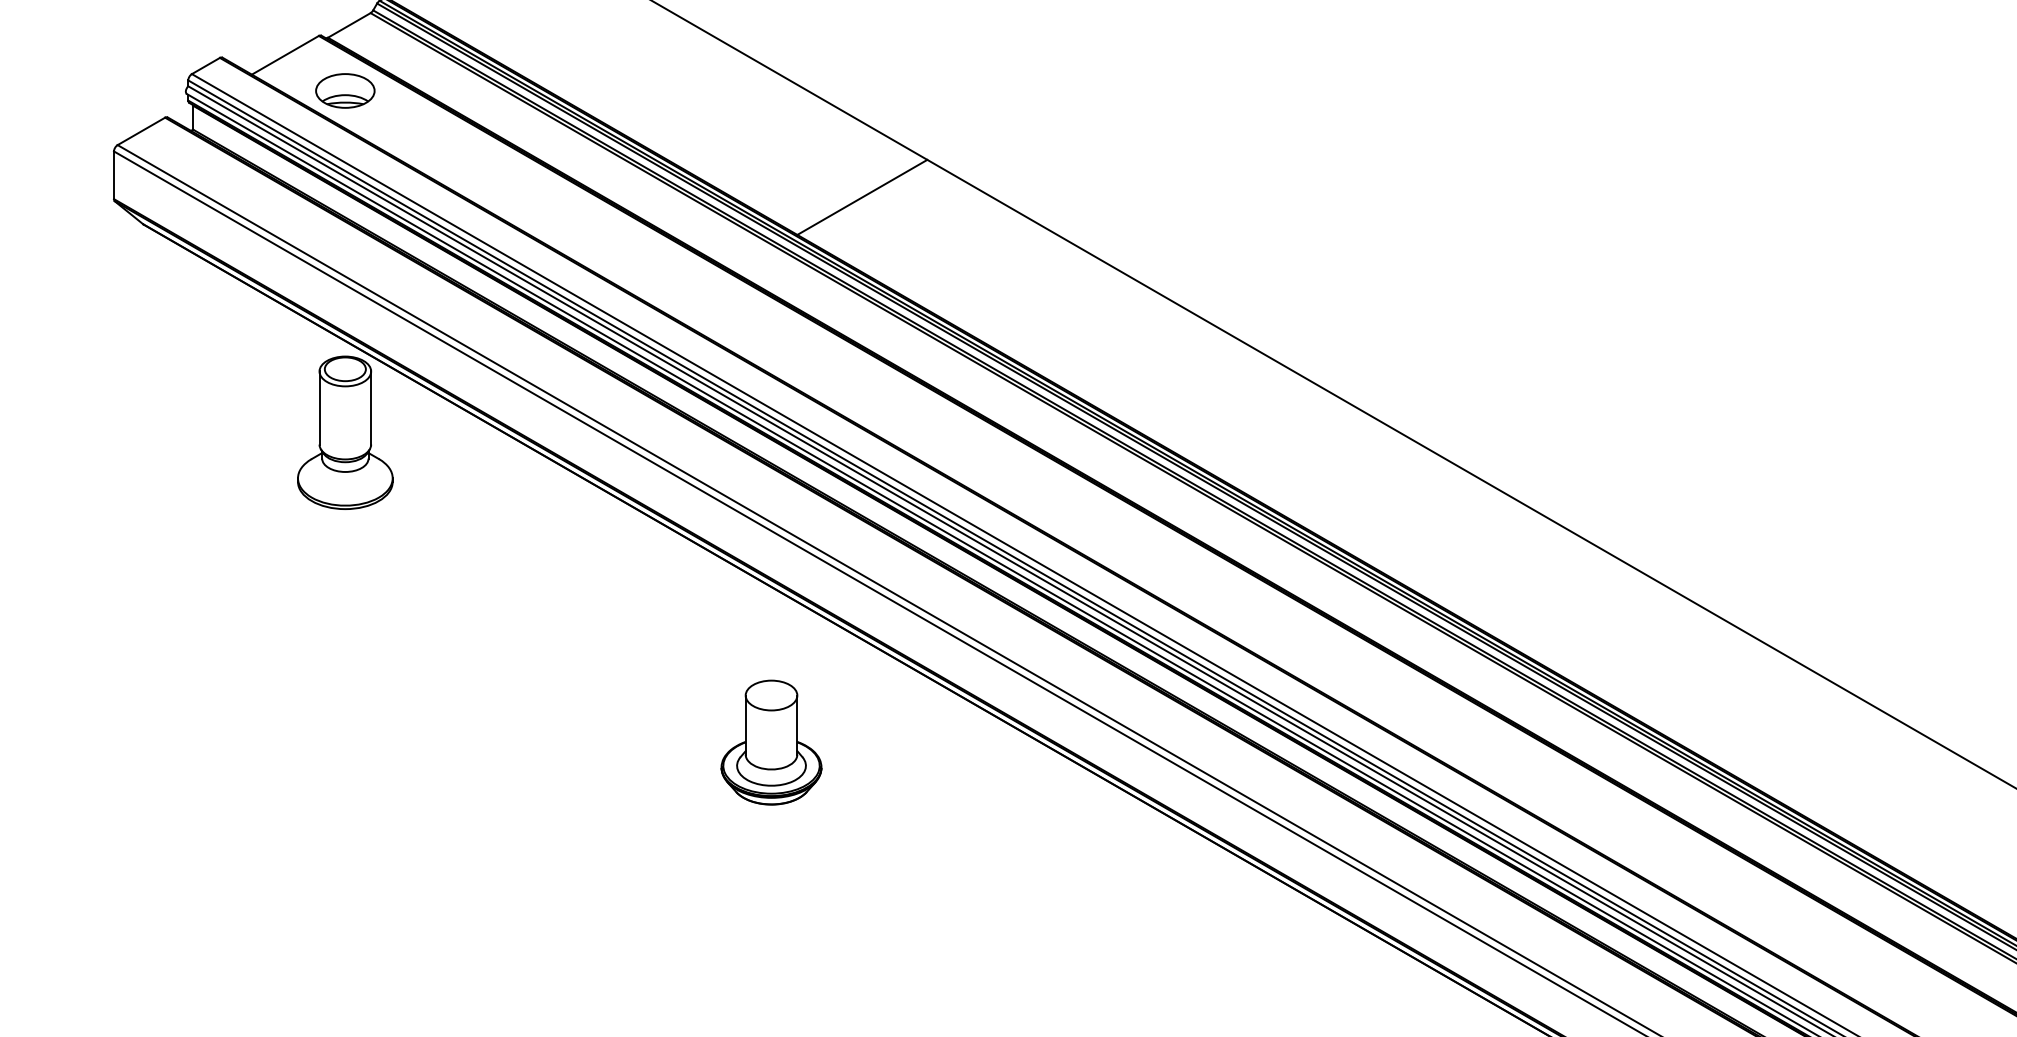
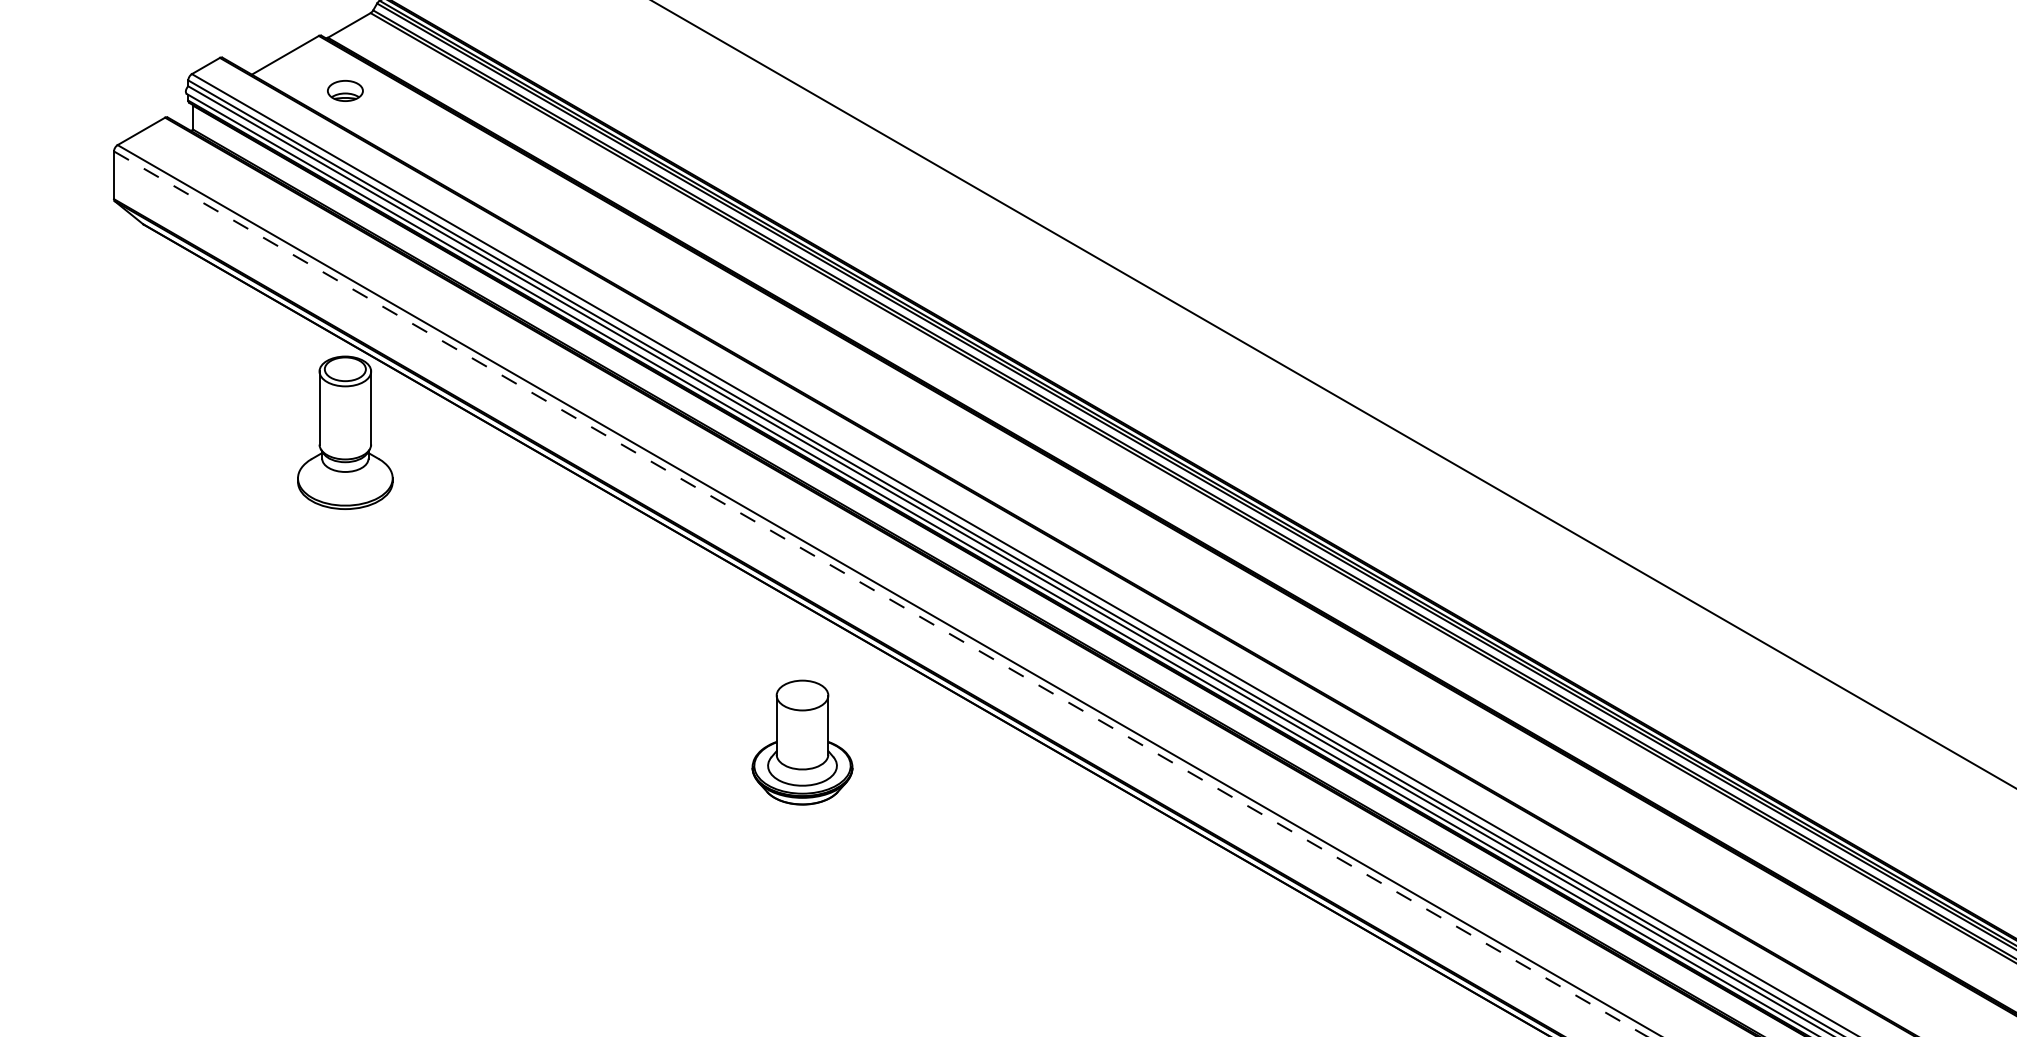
part at (345, 90) size: 61x36 px -> 37x22 px
line at (862, 196): present -> none
line at (881, 594): solid -> dashed
part at (771, 742) position: (771, 742) -> (802, 742)
